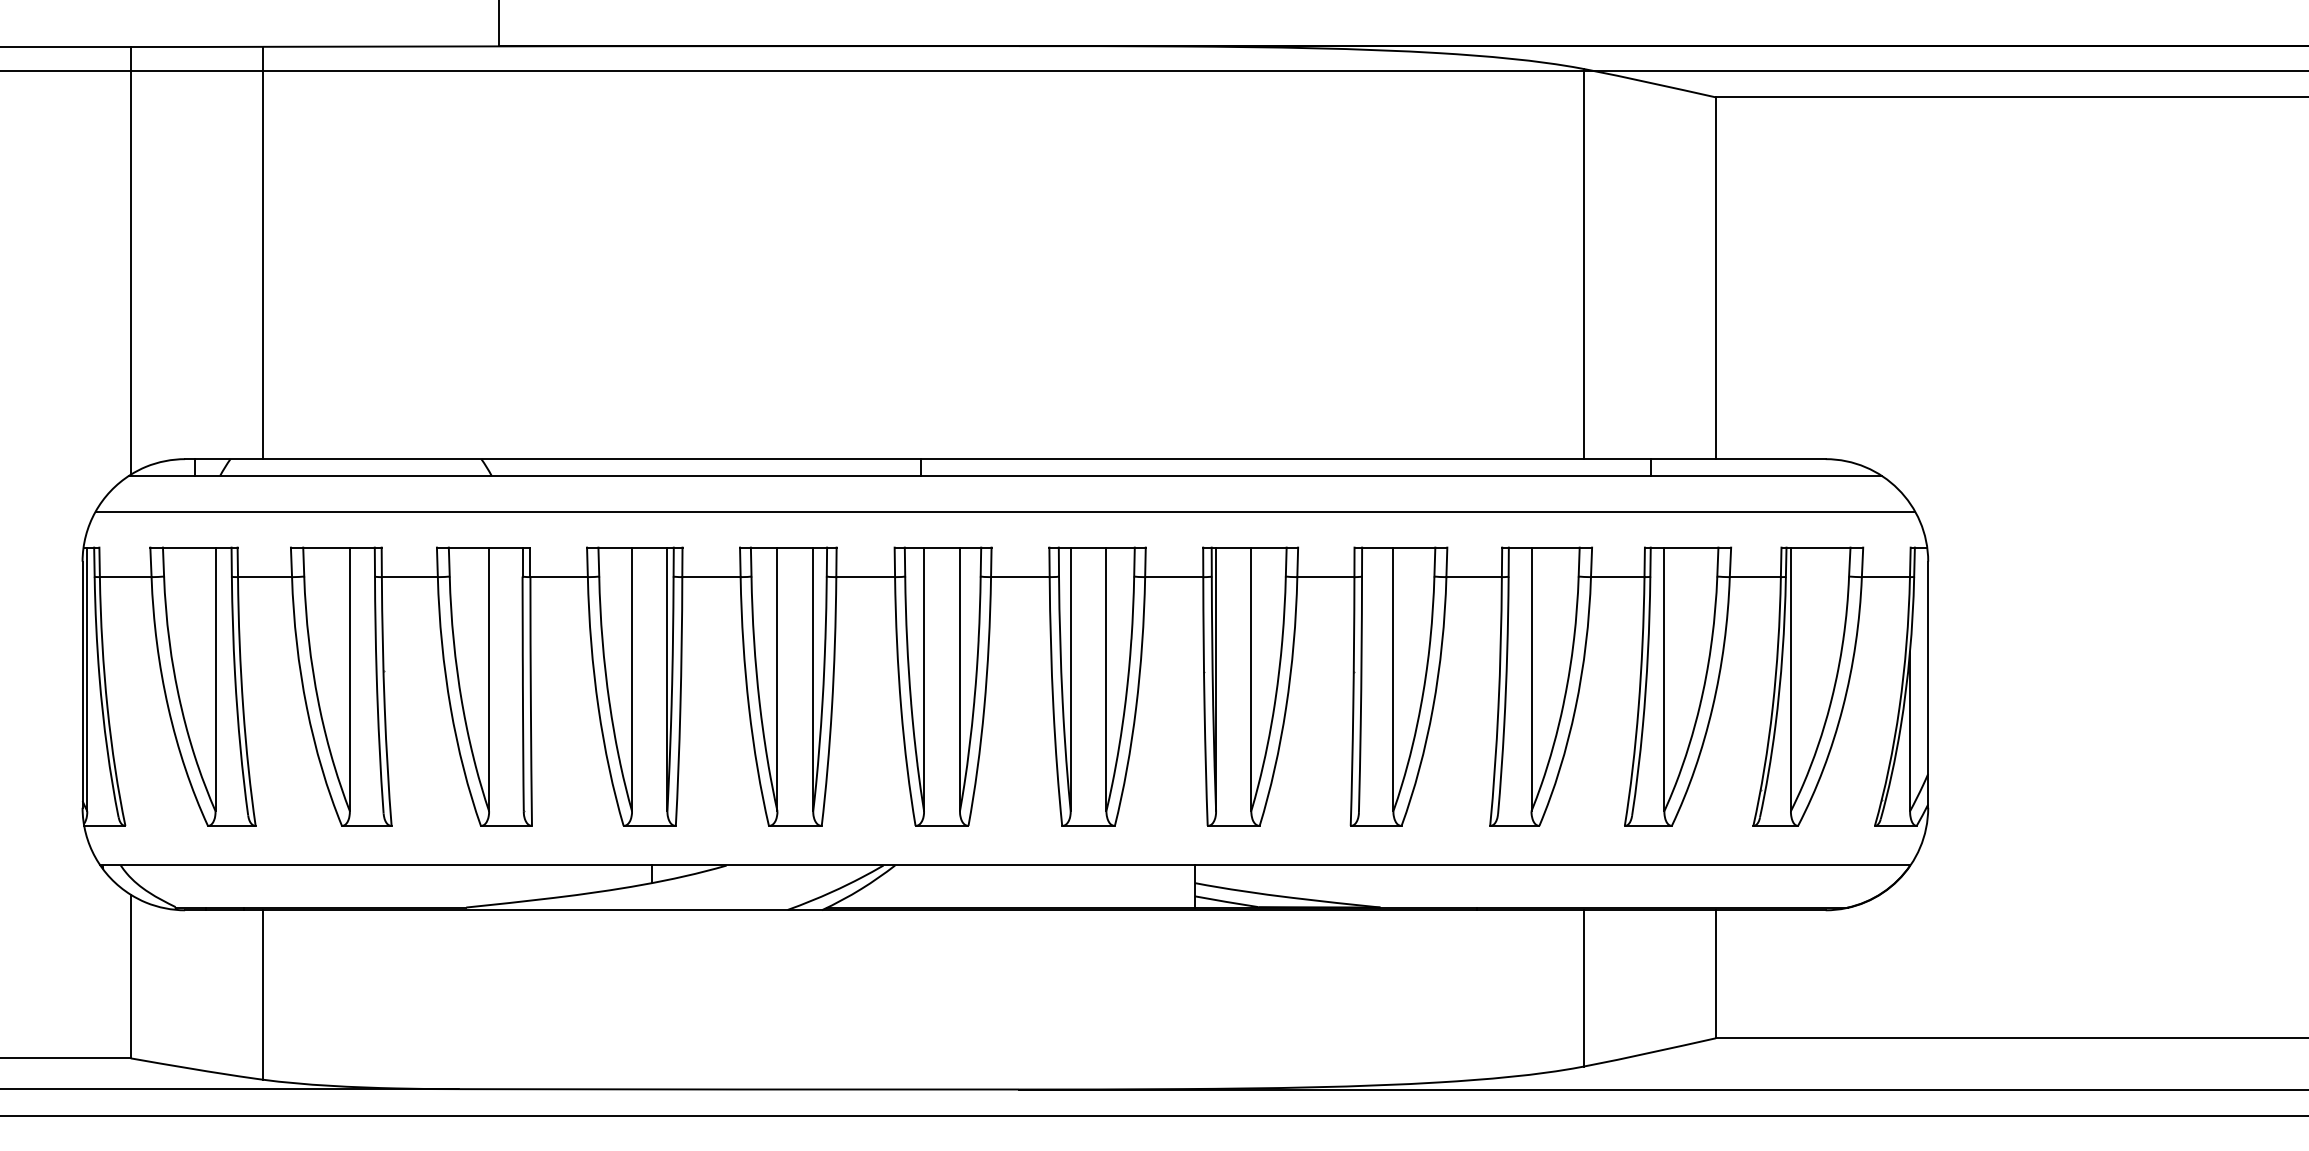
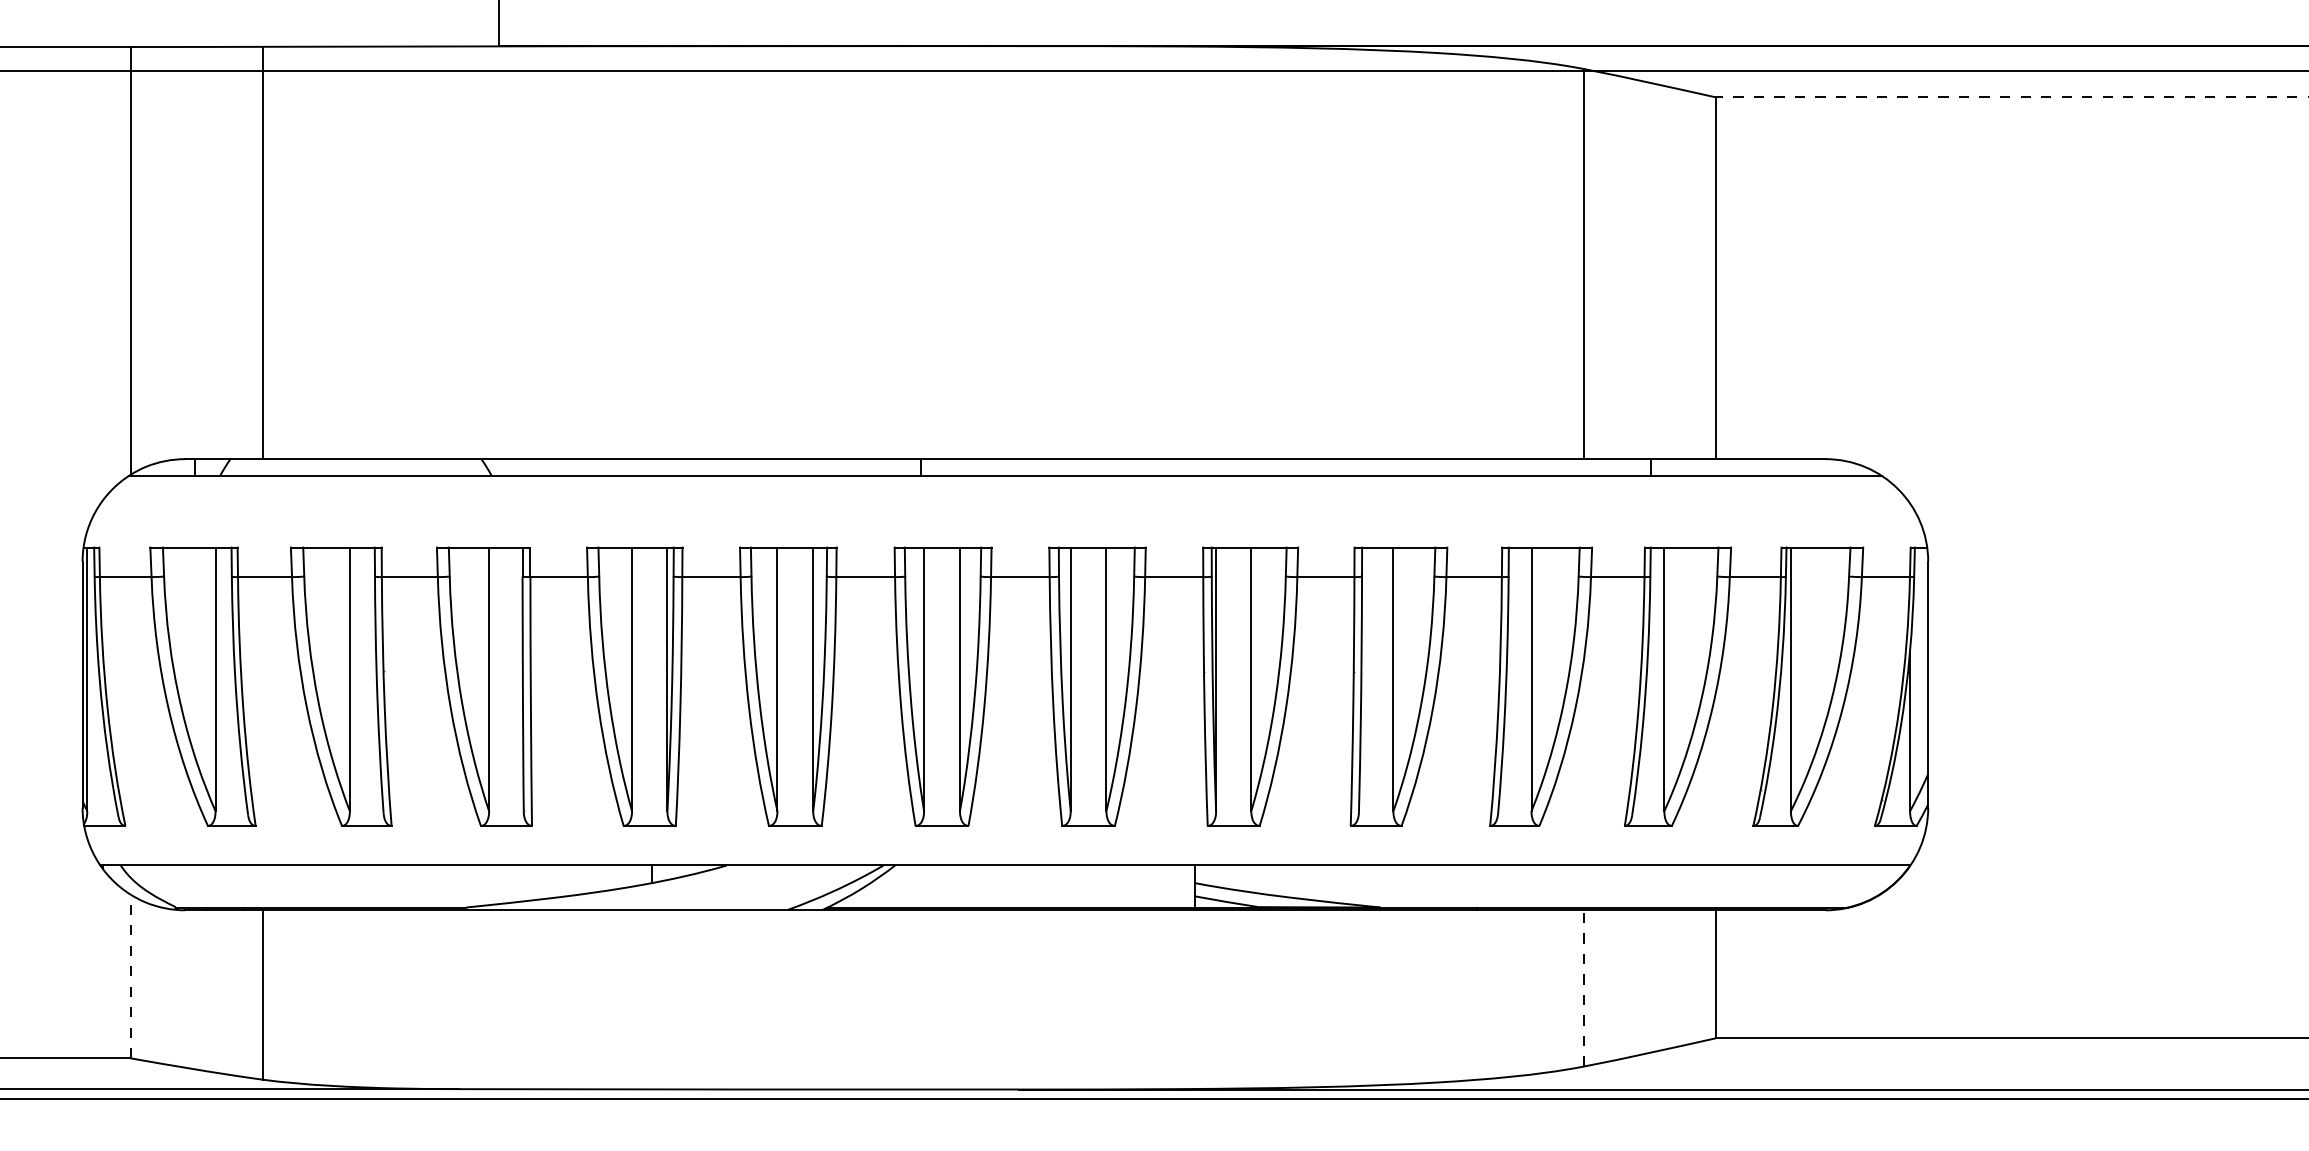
line at (2011, 97): solid -> dashed
line at (1005, 511): present -> none
line at (130, 976): solid -> dashed
line at (1583, 987): solid -> dashed
line at (1153, 1116) position: (1153, 1116) -> (1153, 1099)
